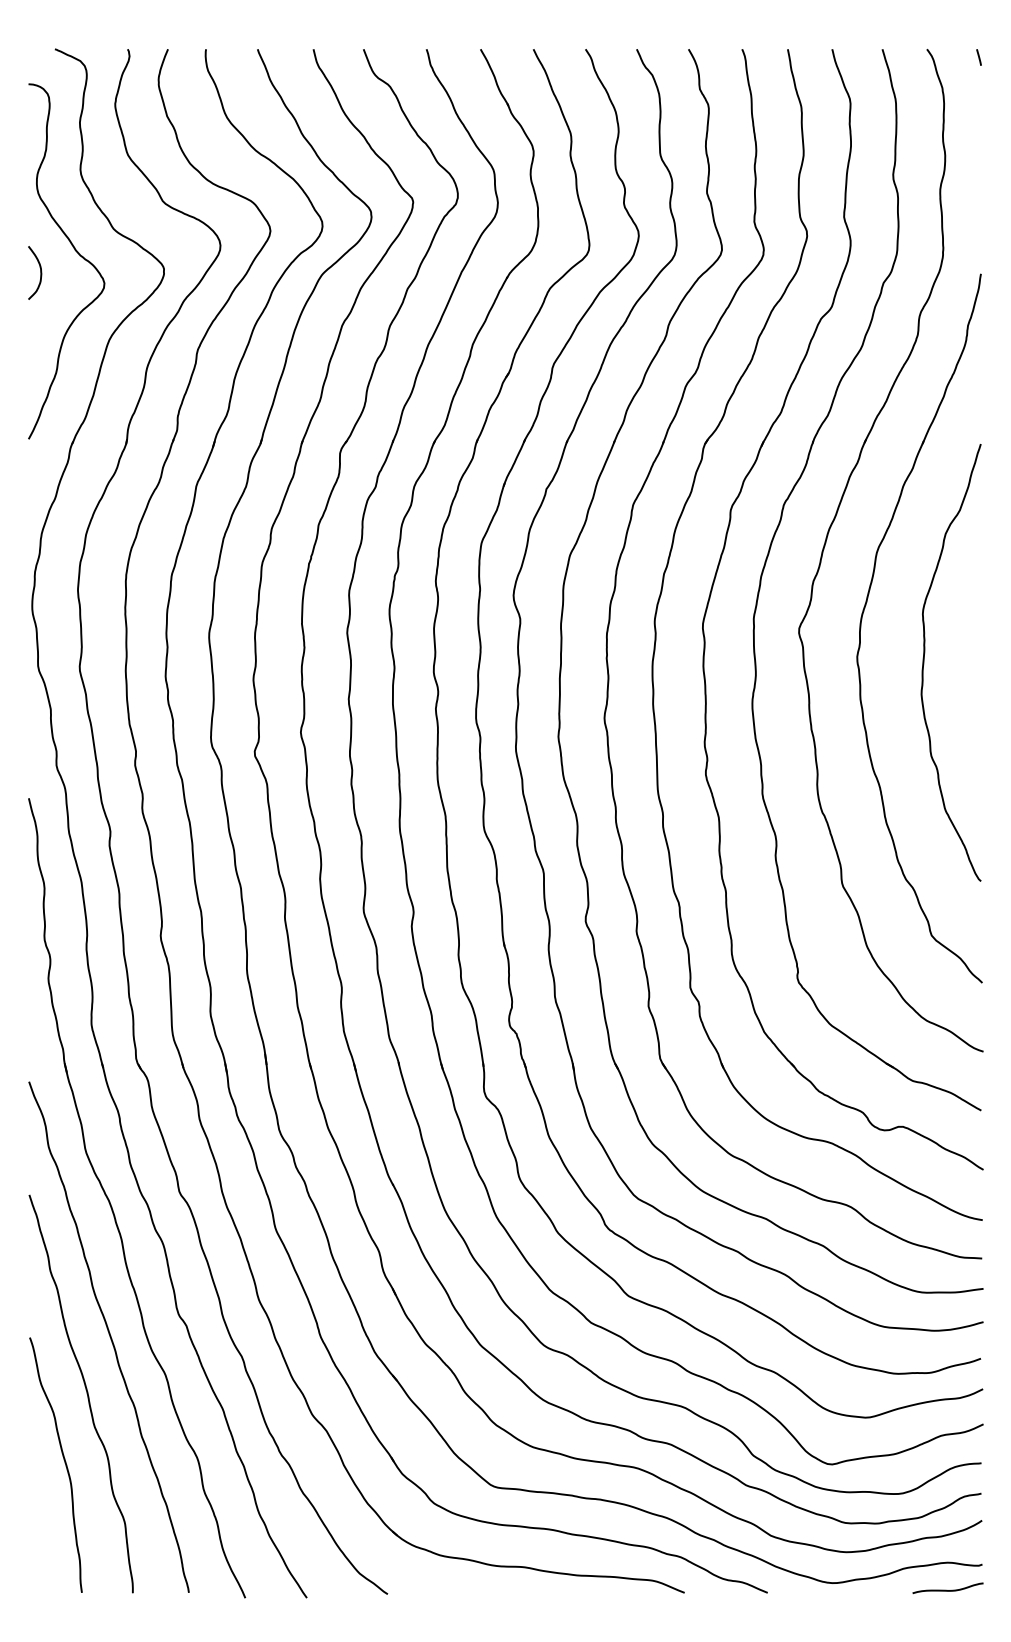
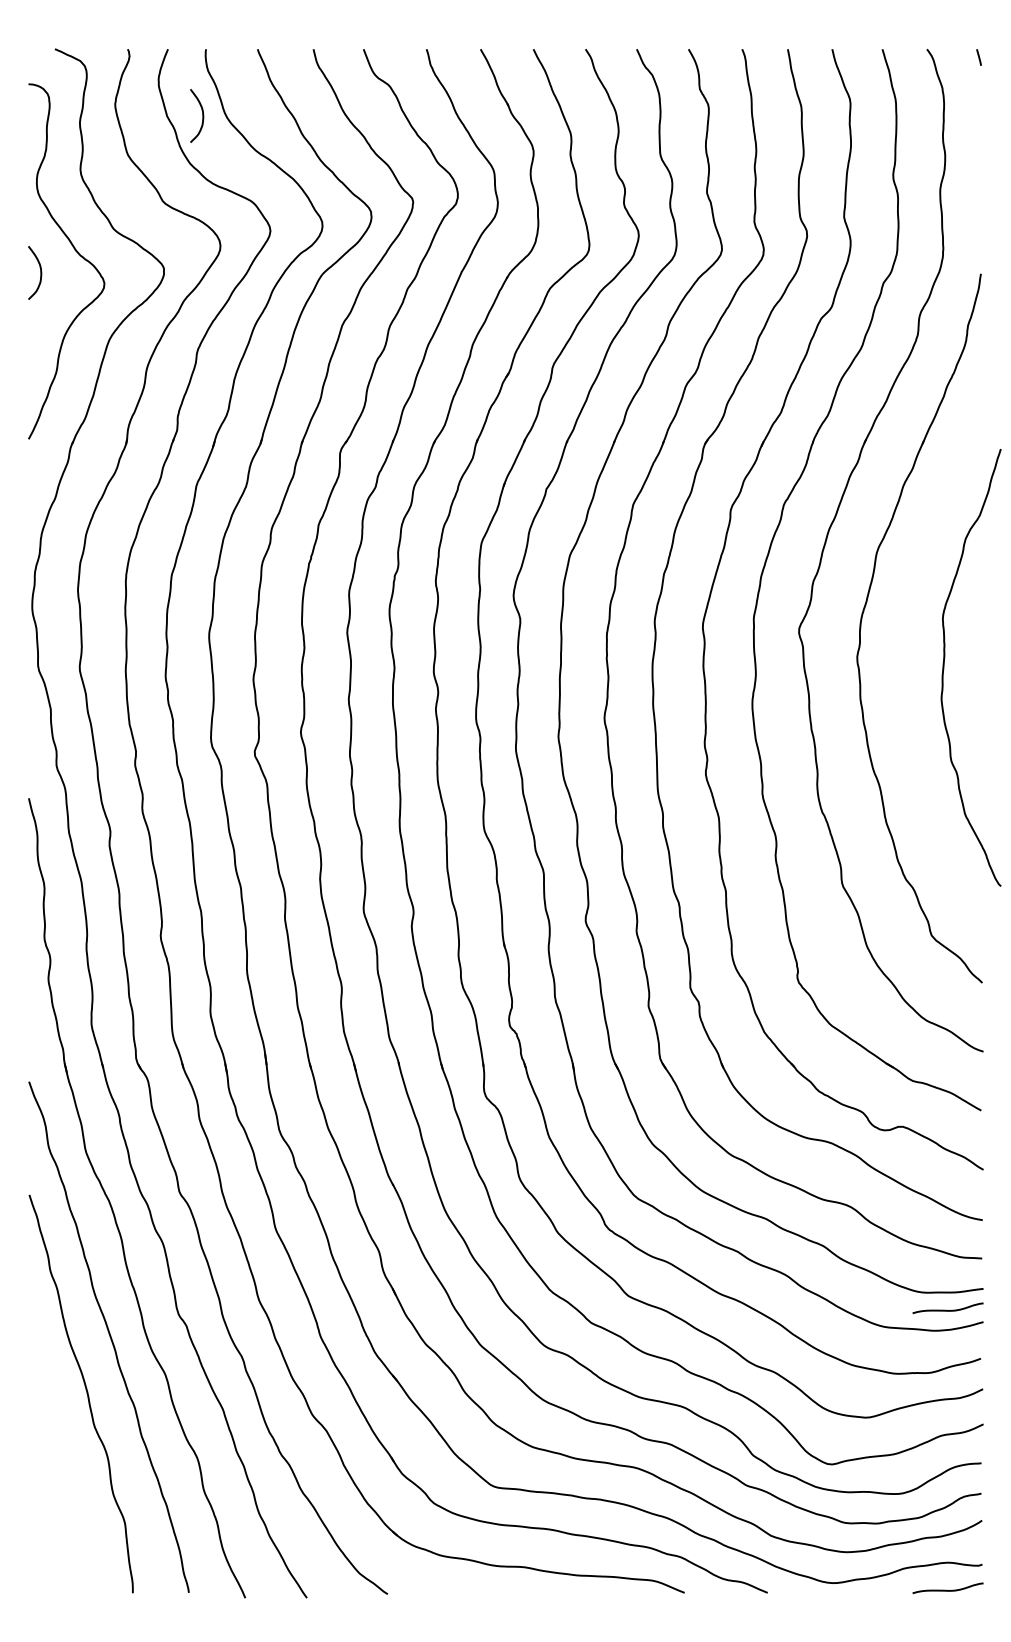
curve at (202, 115): none -> present
curve at (924, 662) position: (924, 662) -> (944, 667)
curve at (946, 1309): none -> present
curve at (63, 1460): present -> none
